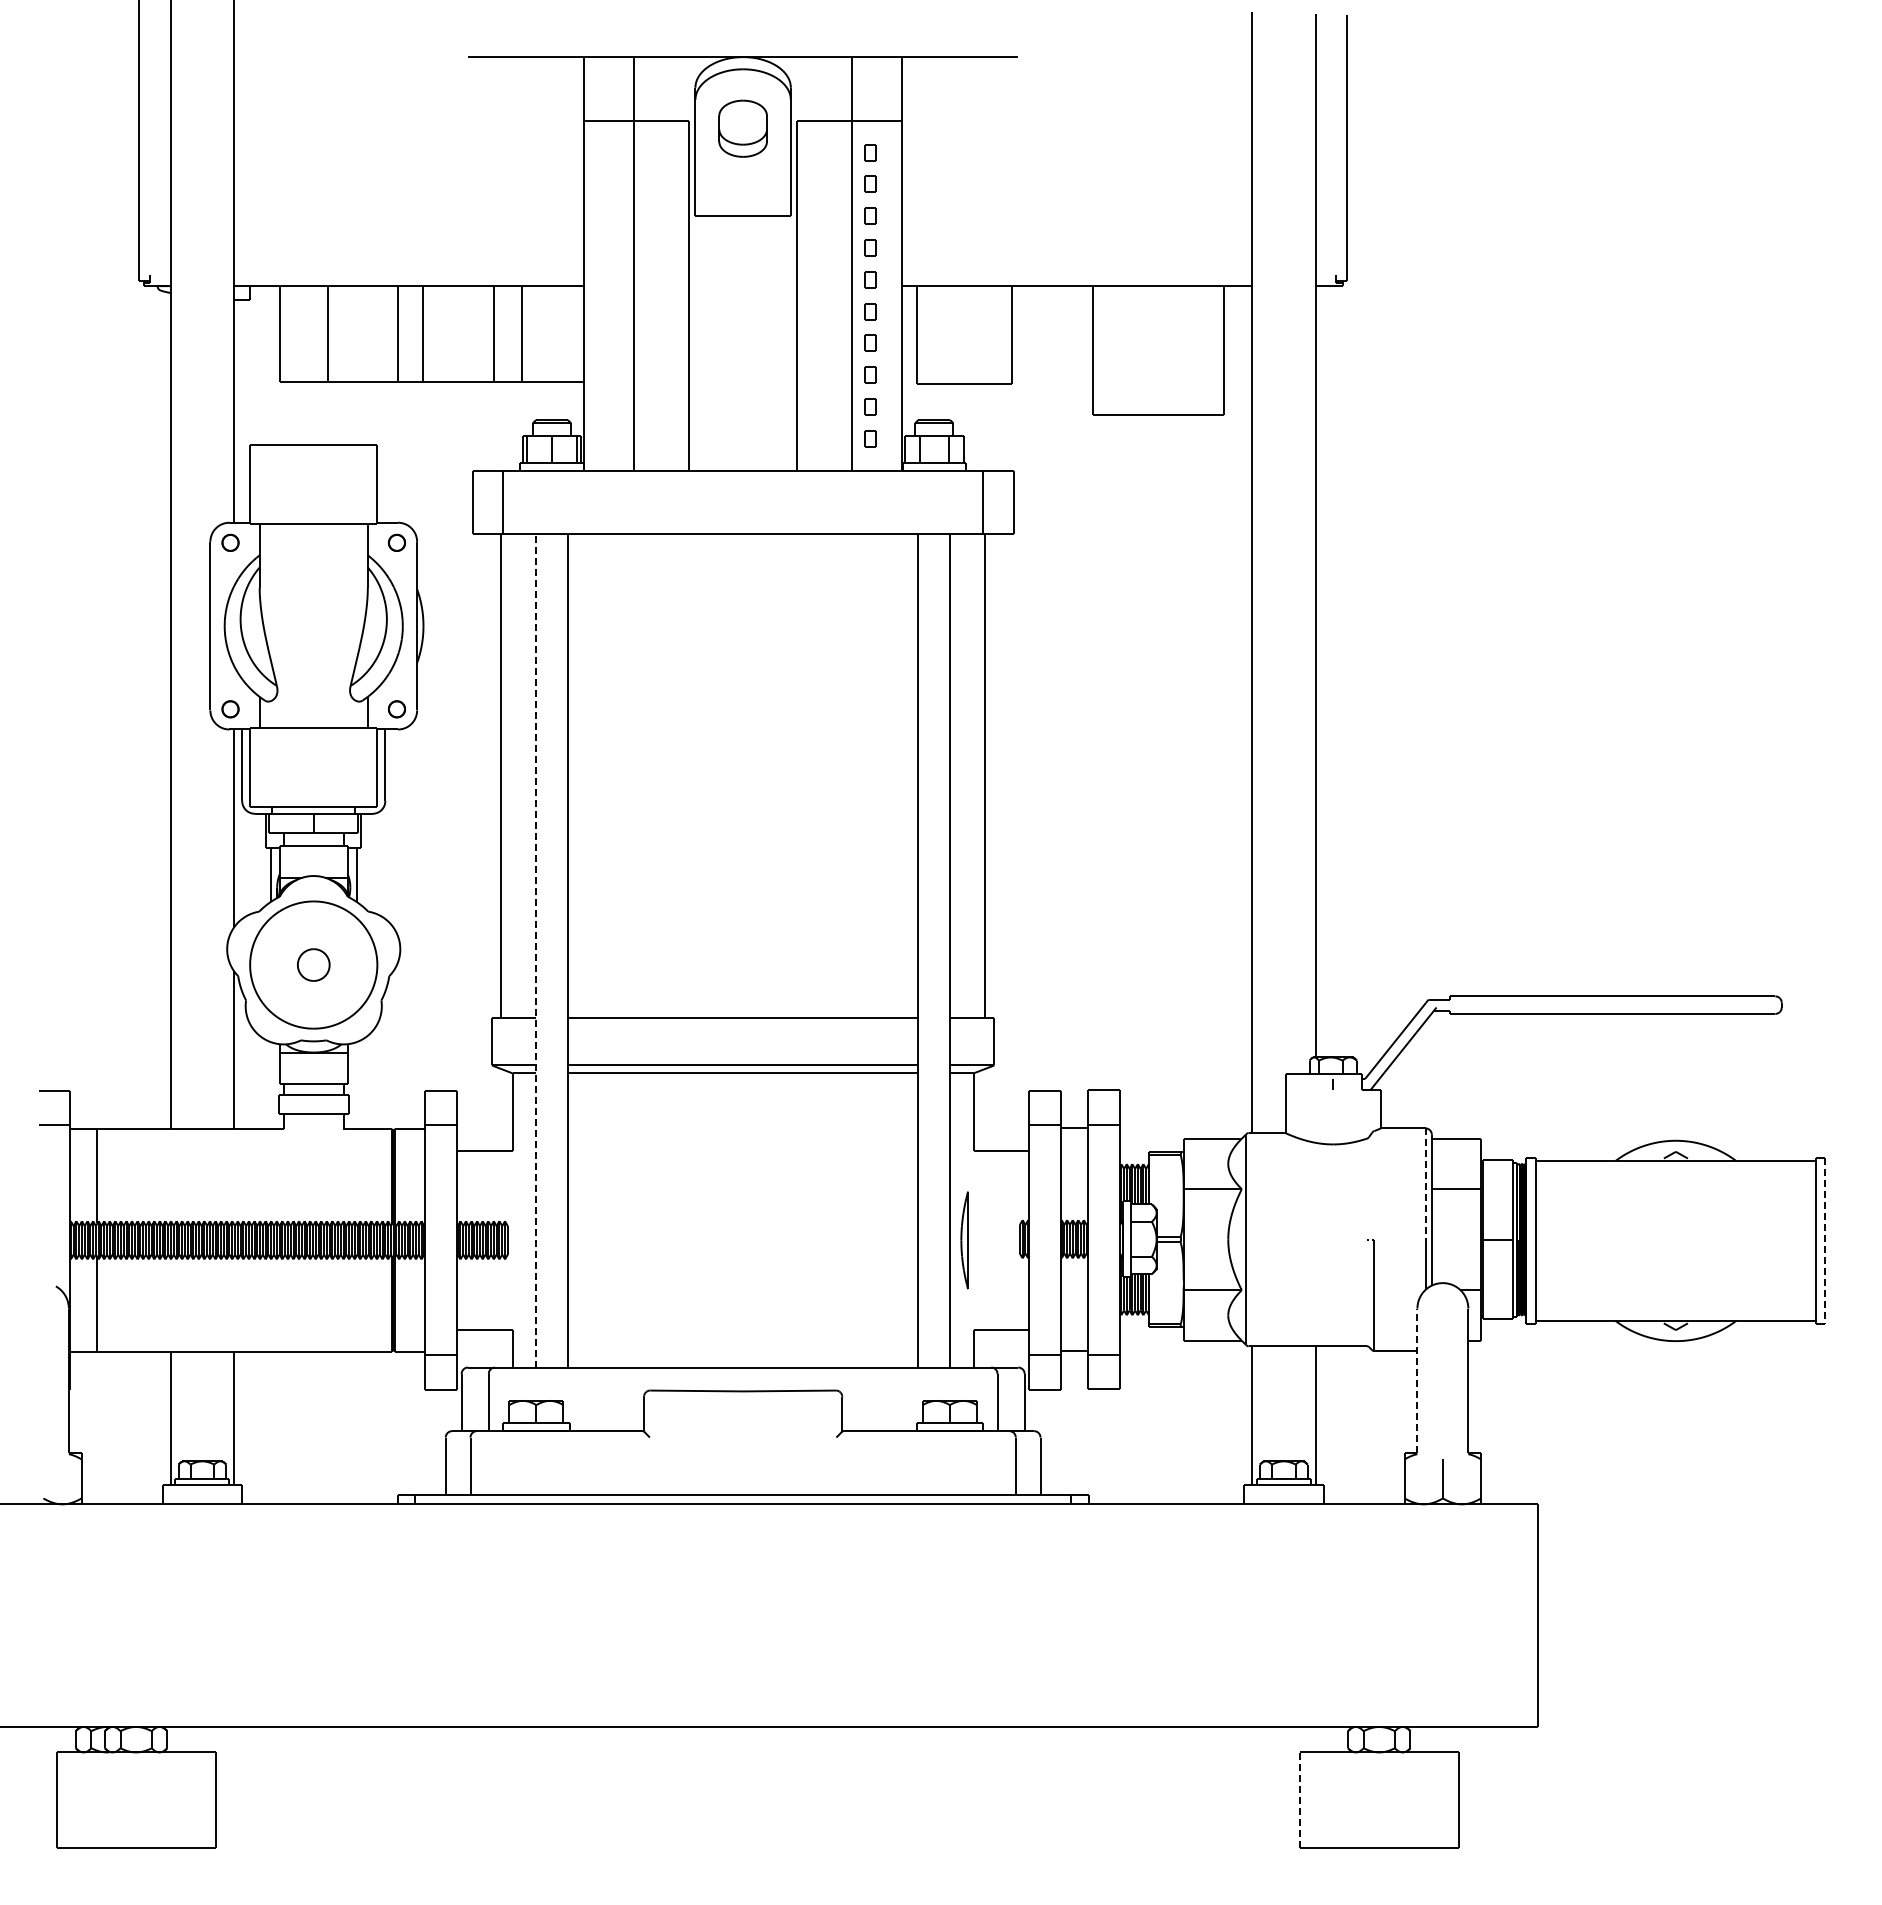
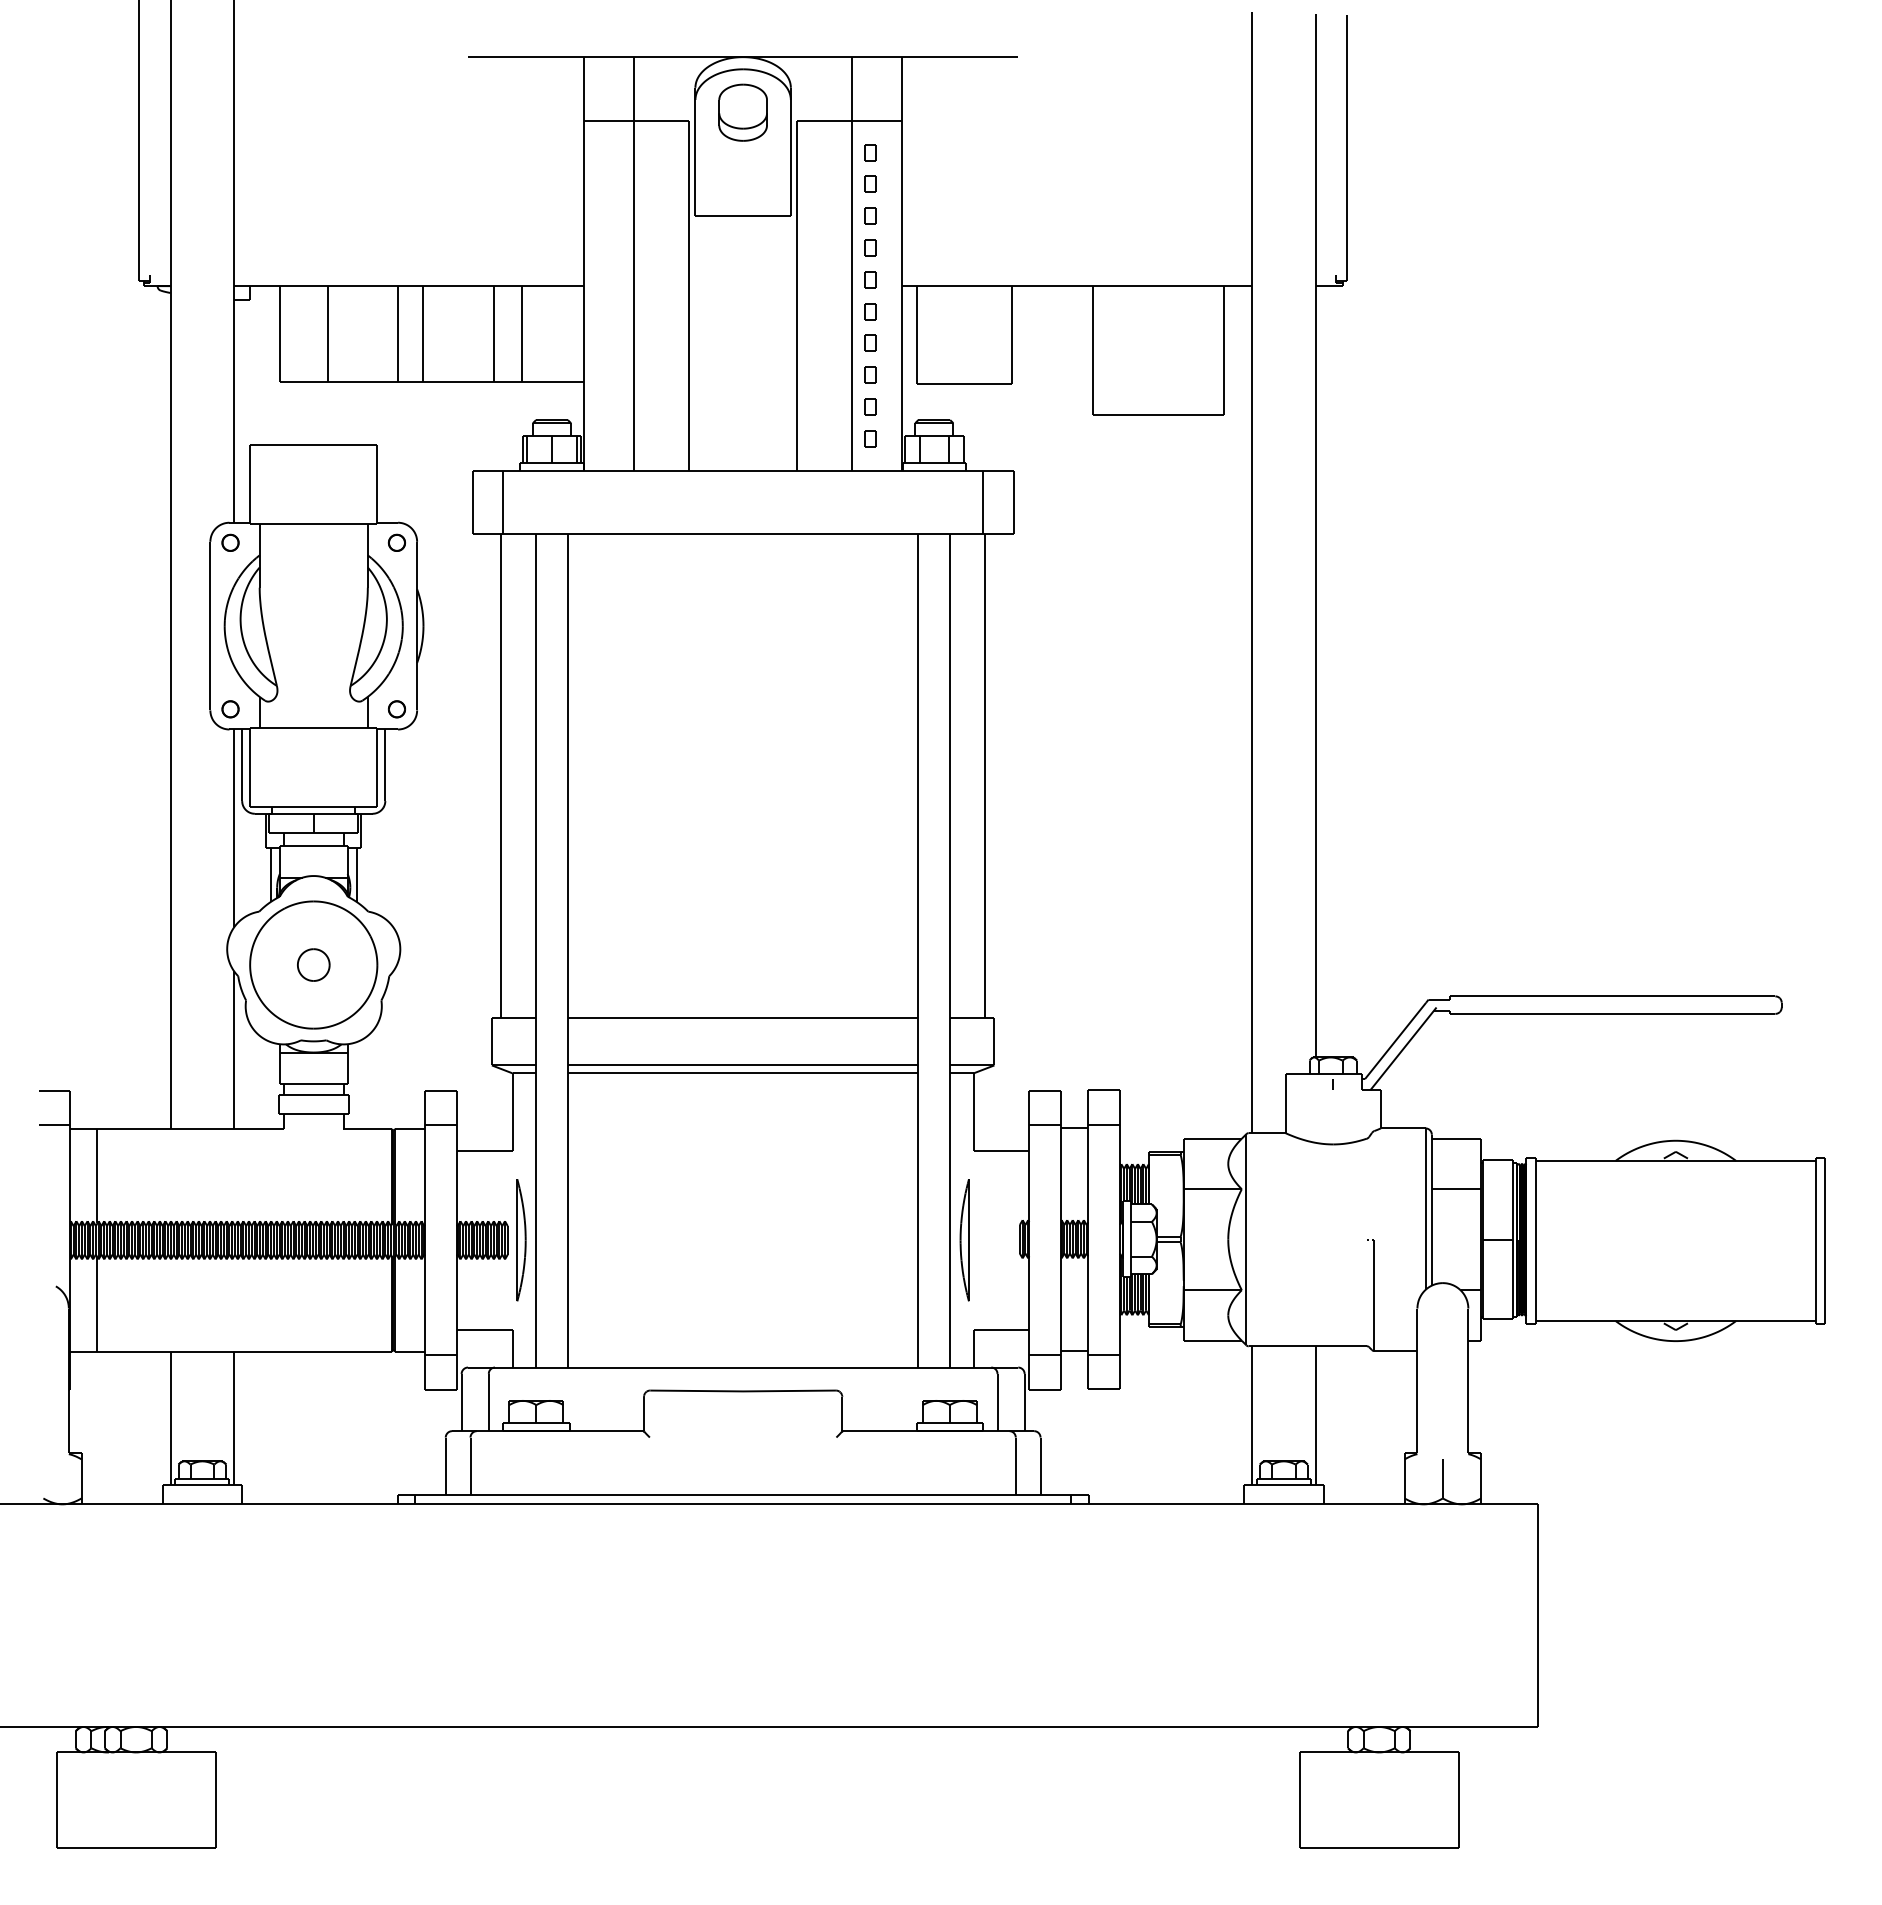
part at (742, 128) position: (742, 128) -> (742, 112)
line at (536, 950): dashed -> solid
line at (1425, 1184): dashed -> solid
part at (521, 1240): none -> present
part at (964, 1240) size: 9x99 px -> 11x123 px
line at (1825, 1241): dashed -> solid
line at (1417, 1380): dashed -> solid
line at (1299, 1800): dashed -> solid
